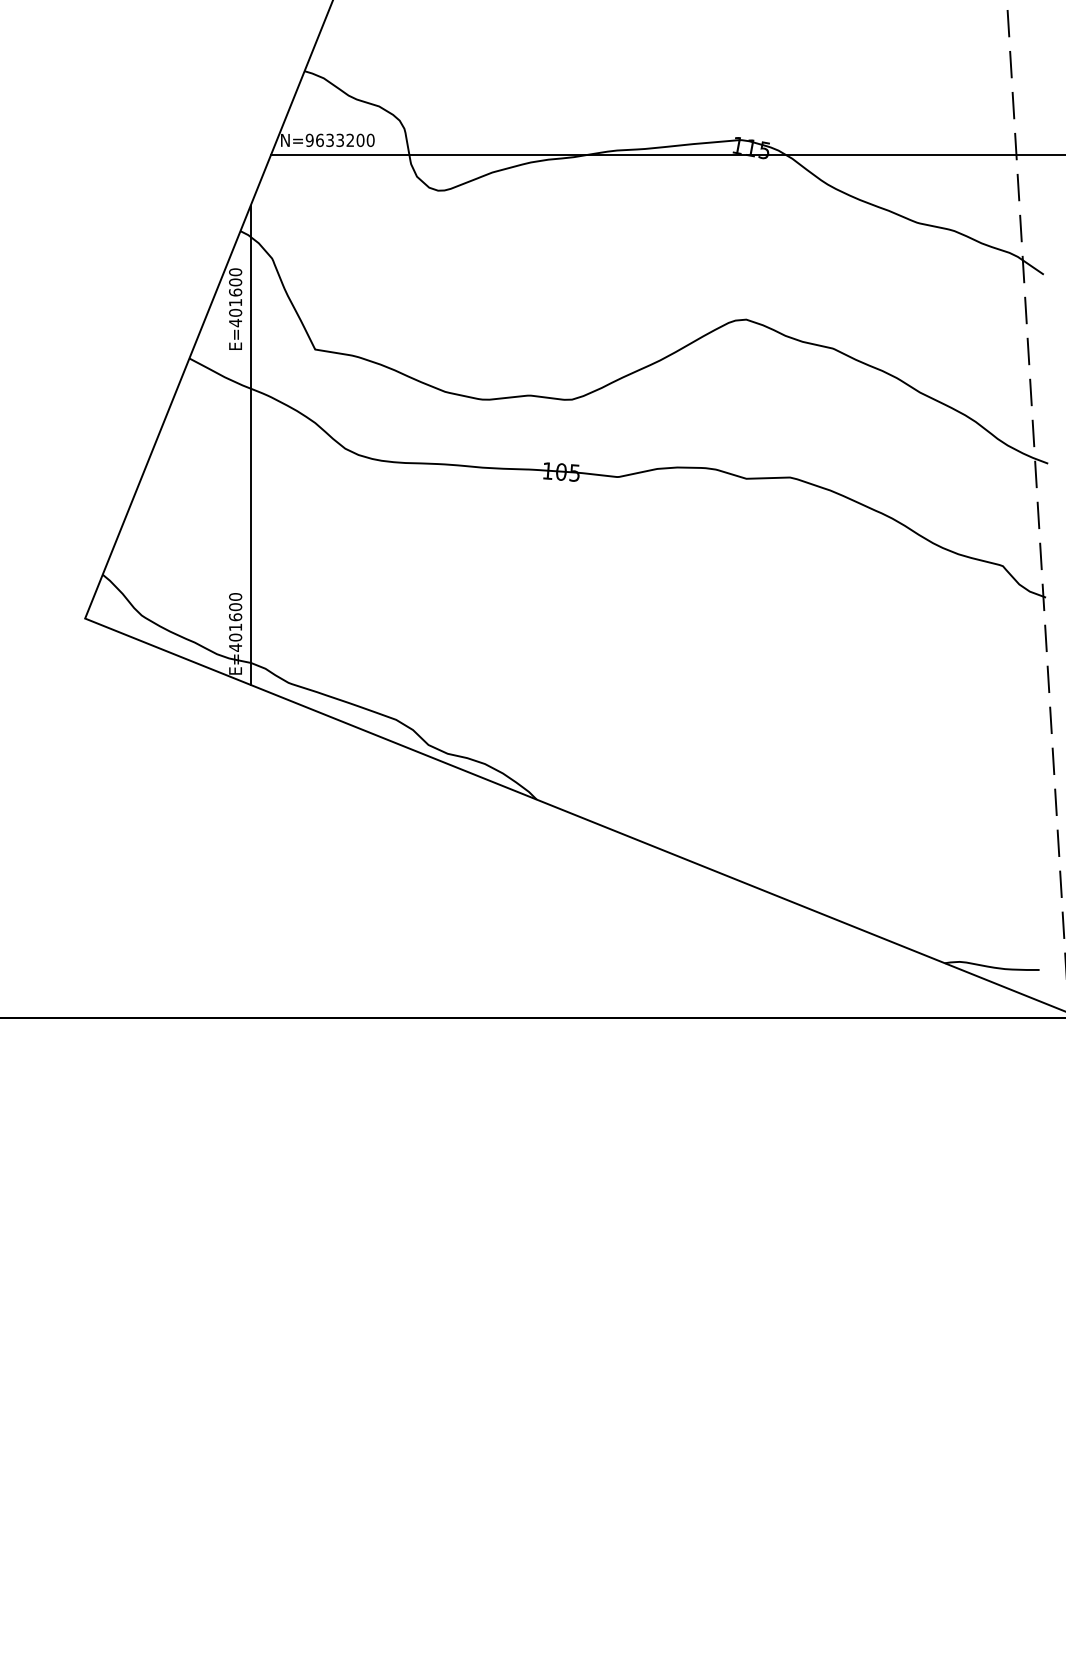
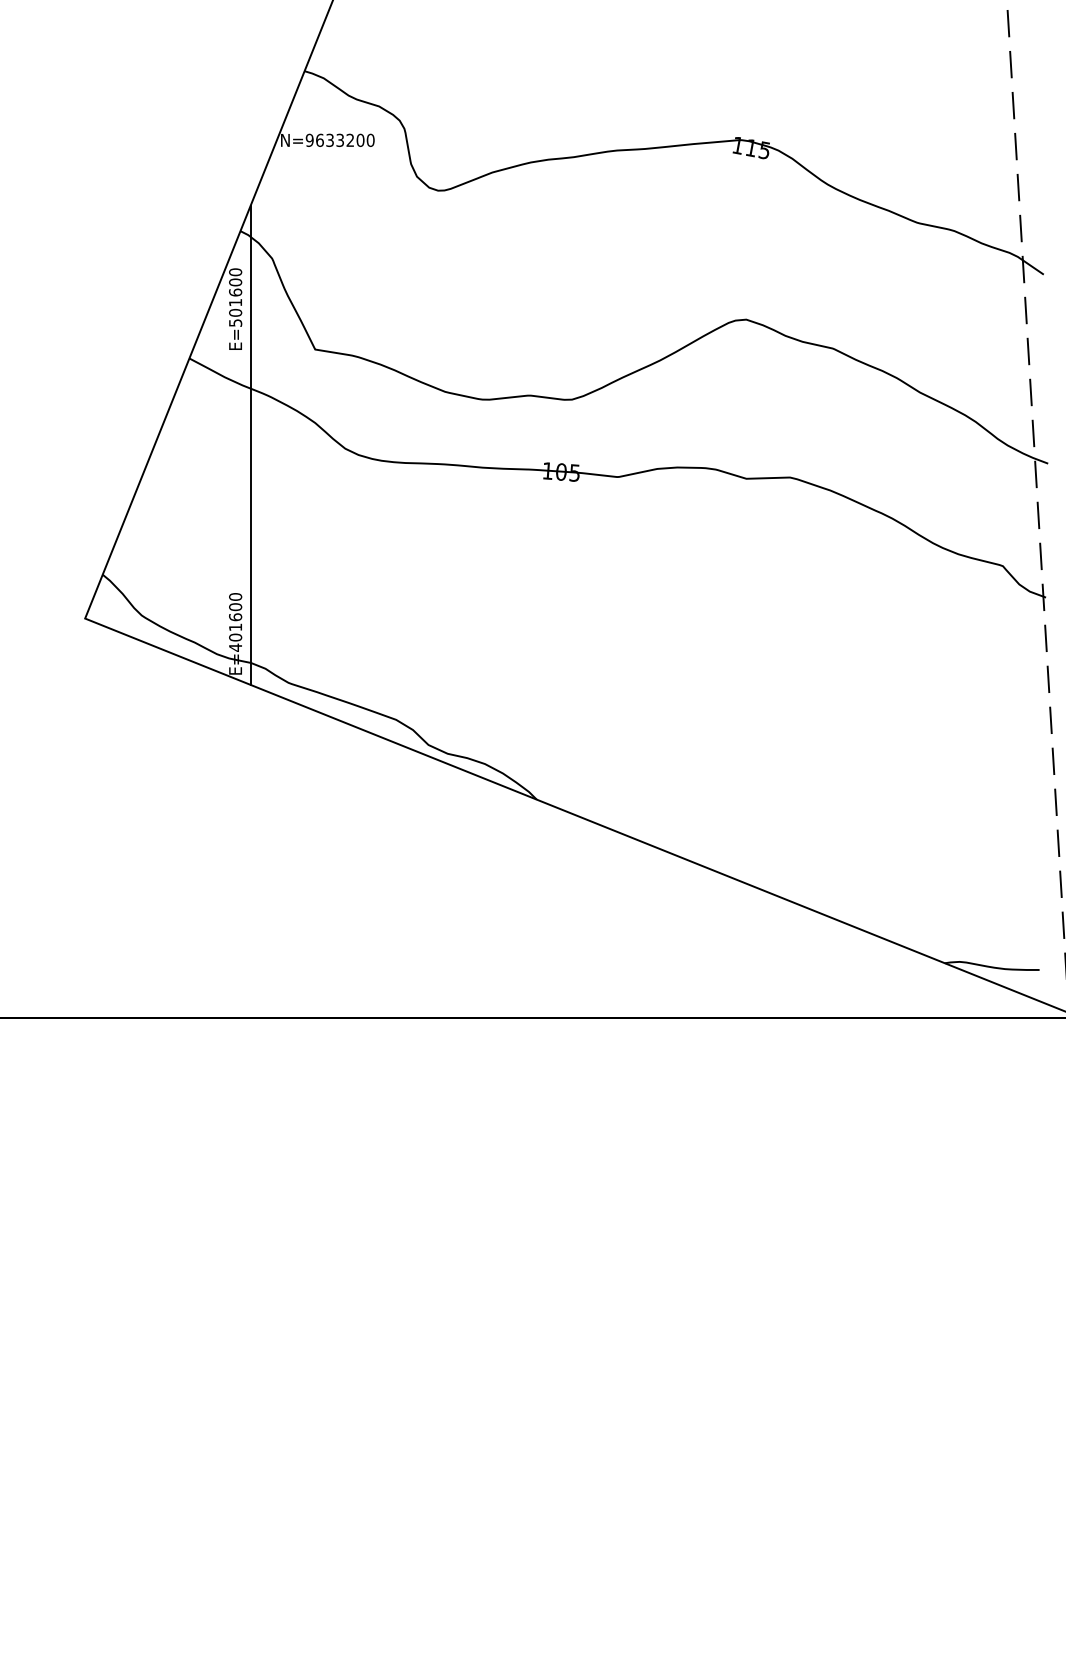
line at (666, 155): present -> none
text at (235, 322): E=401600 -> E=501600
